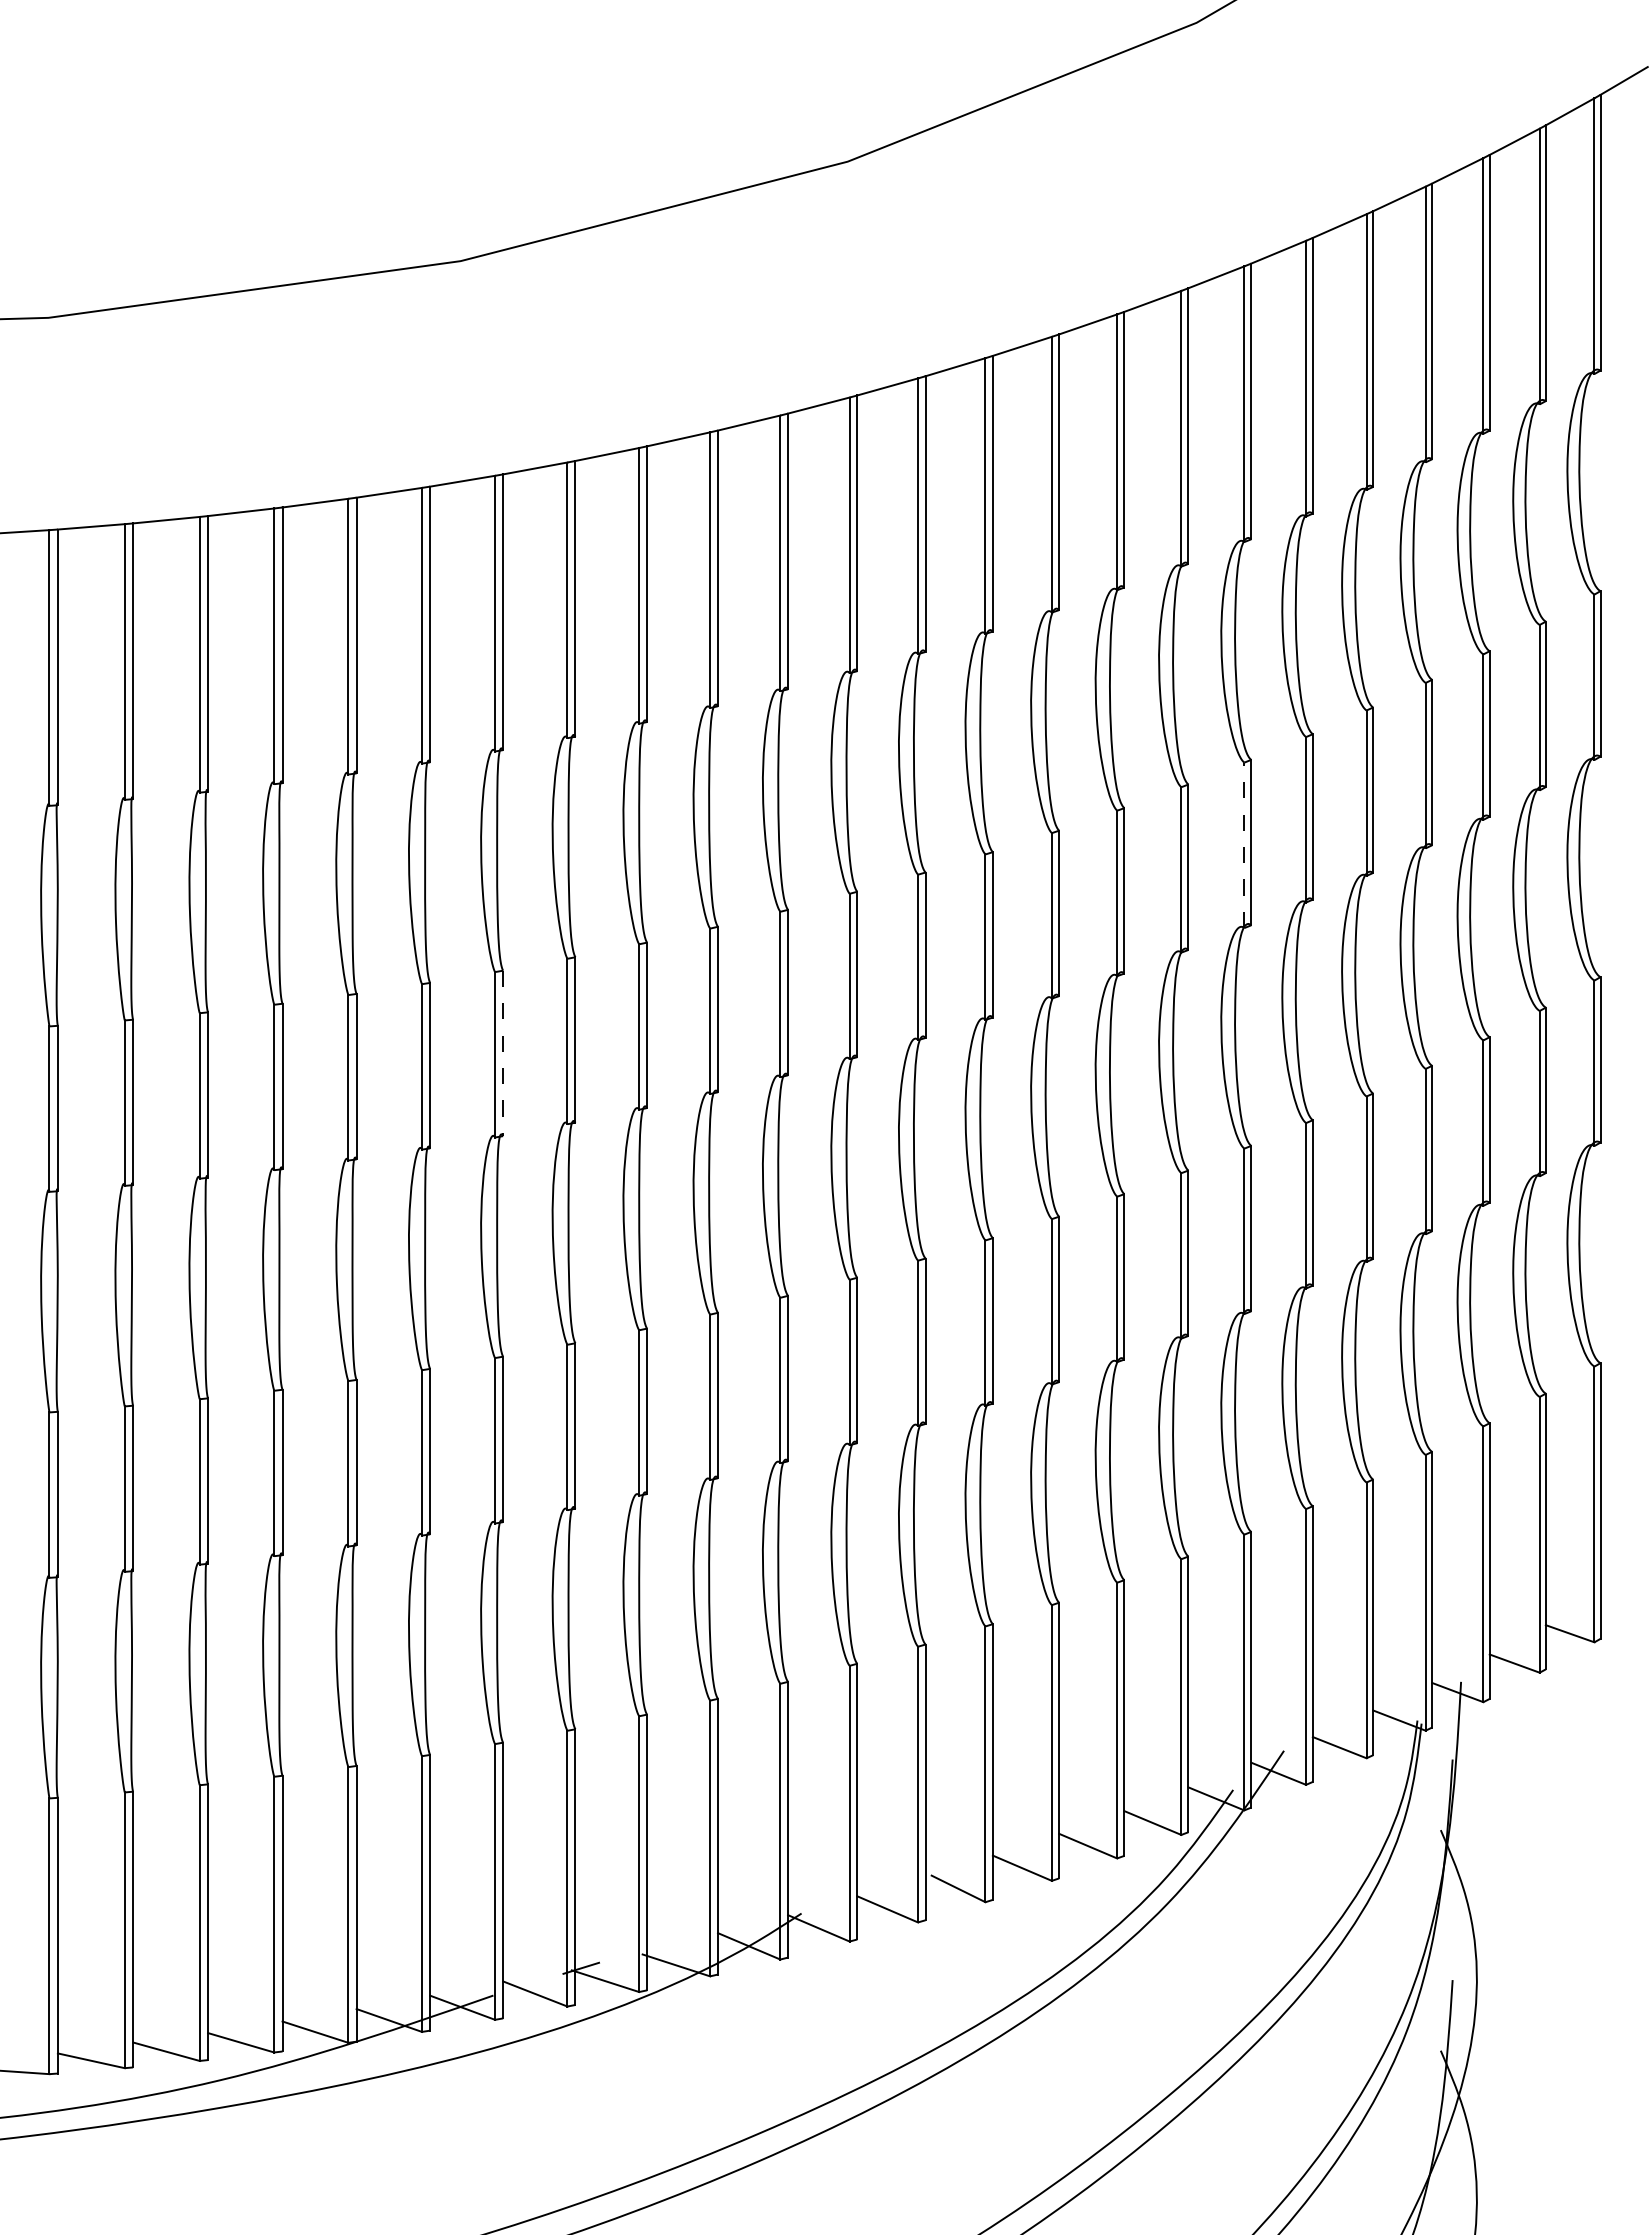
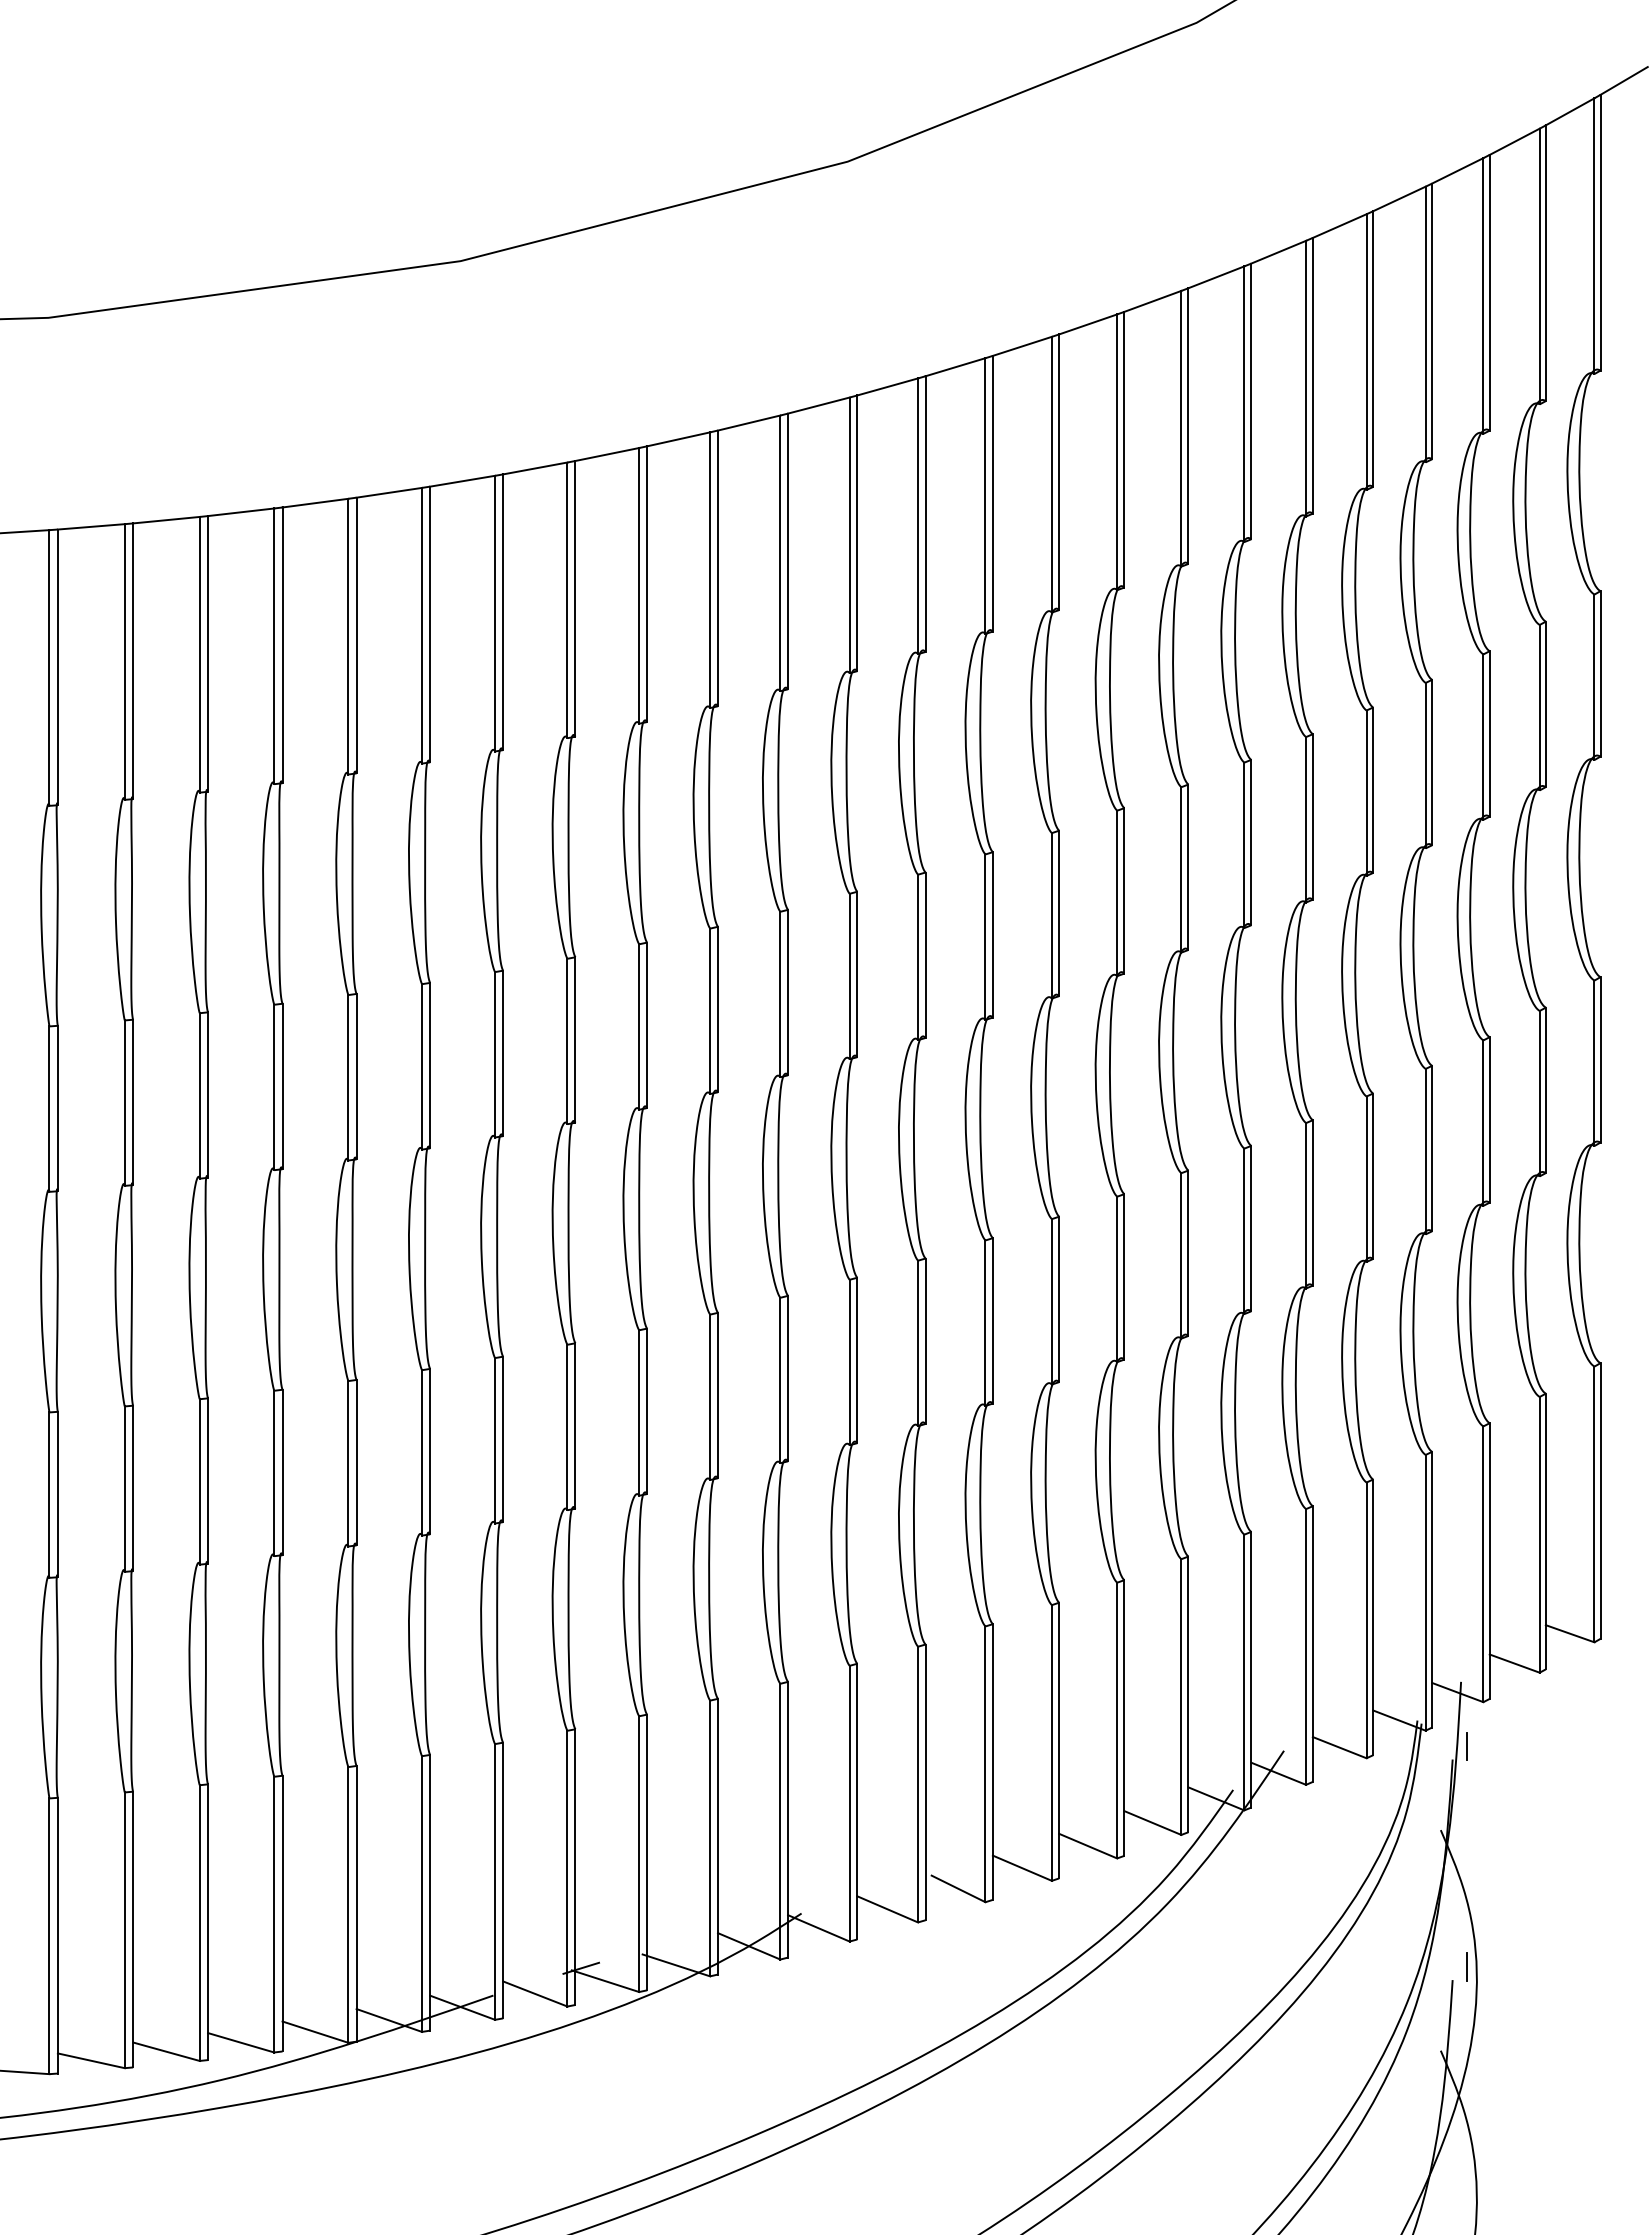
line at (1244, 845): dashed -> solid
line at (503, 1053): dashed -> solid
line at (1466, 1746): none -> present
line at (1466, 1966): none -> present
